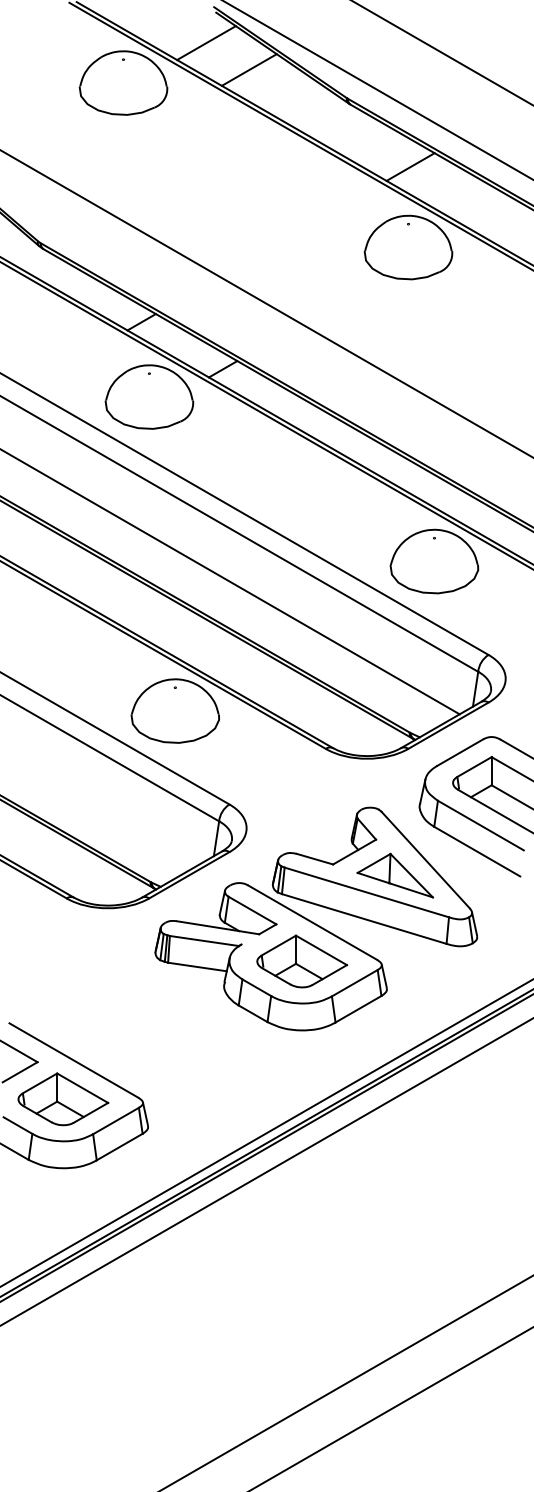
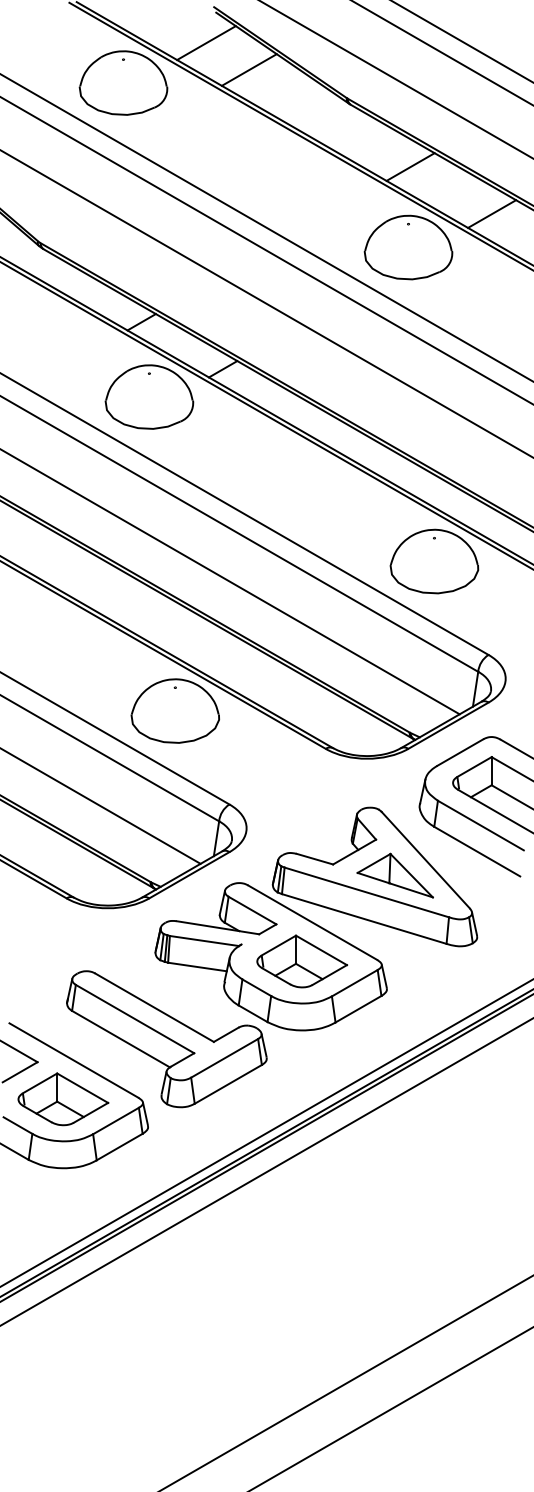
line at (462, 41): none -> present
line at (377, 90) position: (377, 90) -> (396, 79)
line at (492, 213): none -> present
line at (266, 227): none -> present
line at (266, 250): none -> present
line at (101, 806): none -> present
part at (166, 1039): none -> present
